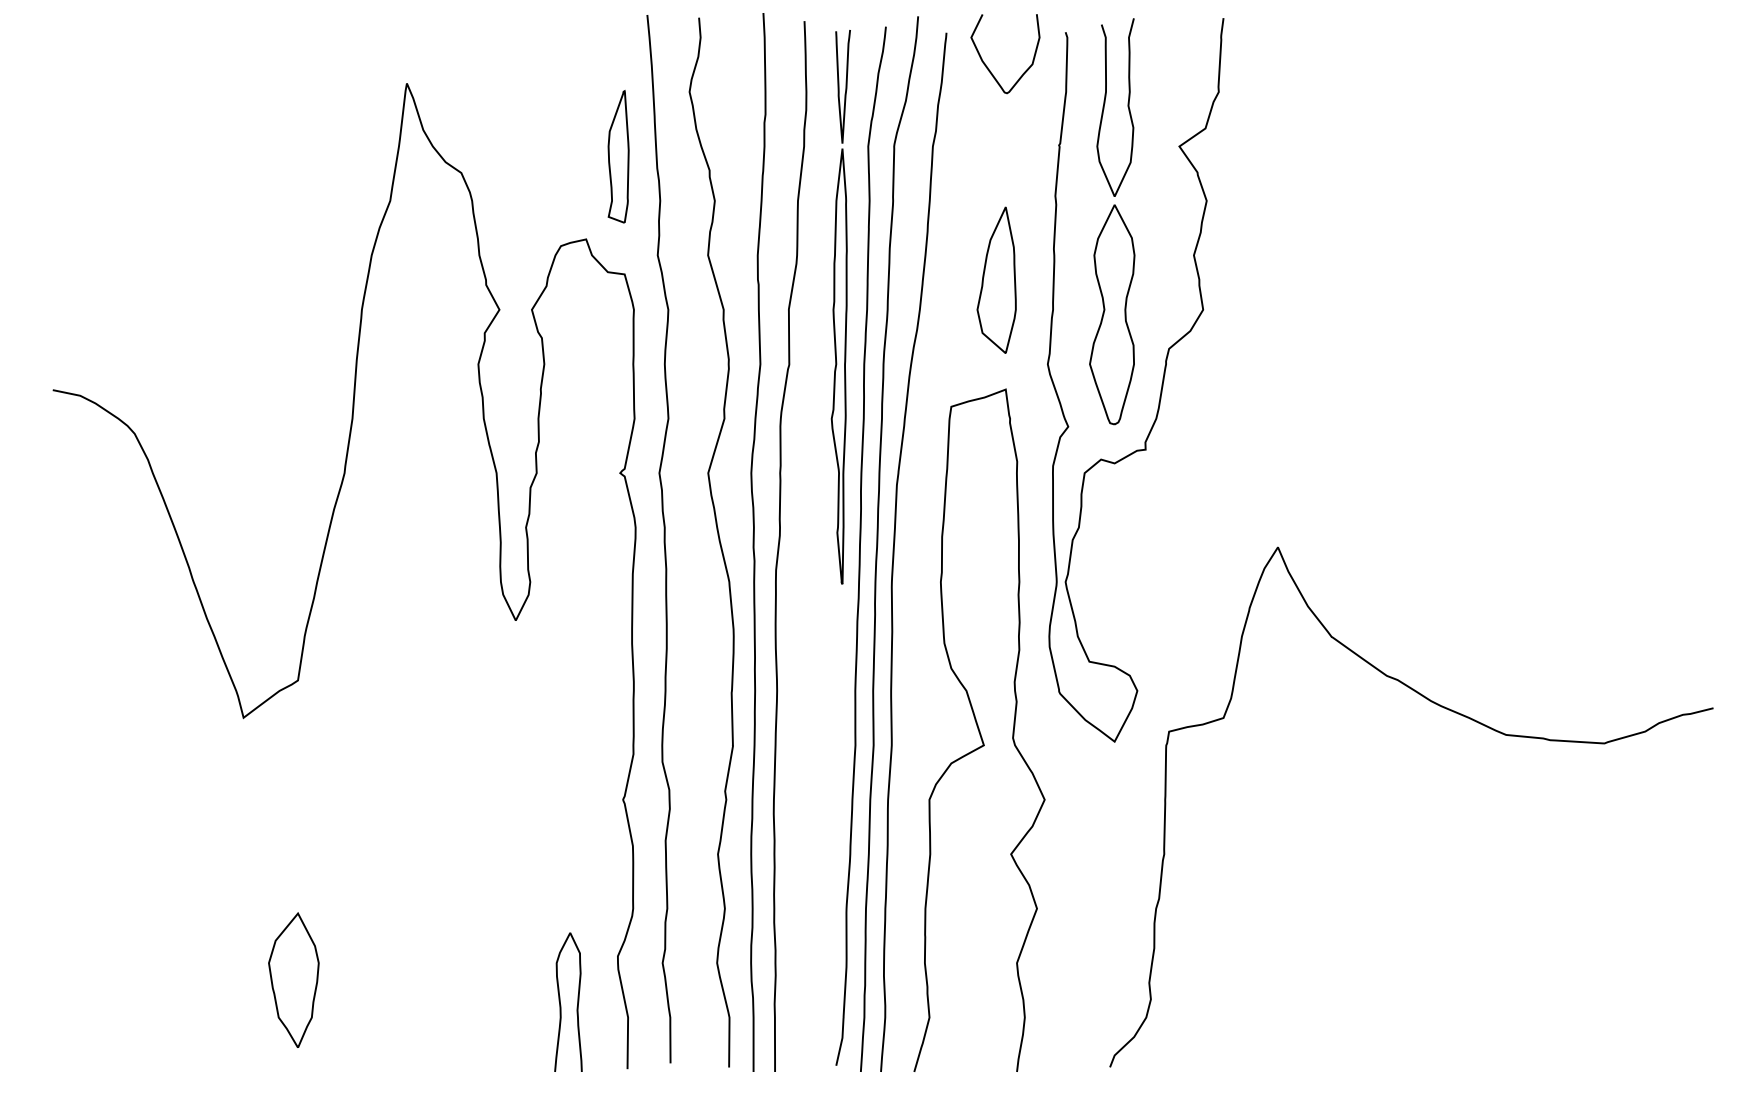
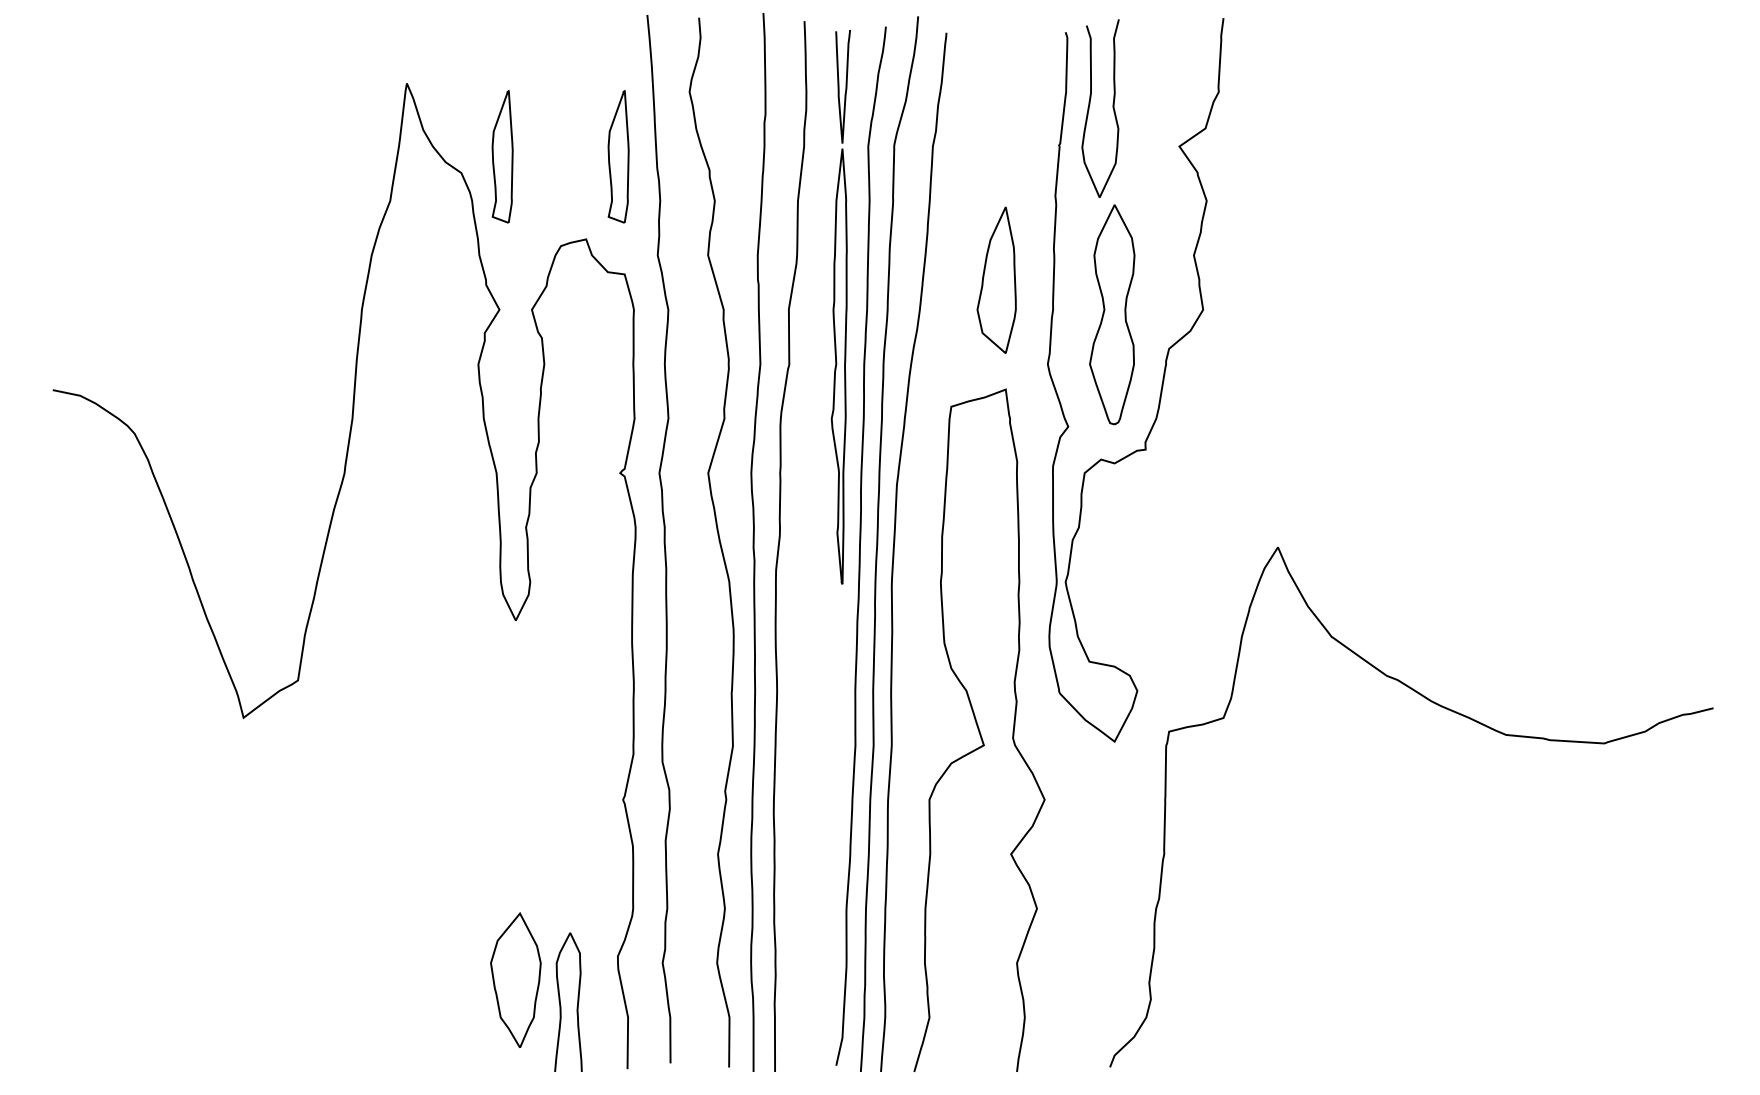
curve at (988, 67): present -> none
curve at (1105, 103) position: (1105, 103) -> (1090, 104)
part at (502, 156): none -> present
part at (293, 979) position: (293, 979) -> (515, 979)
